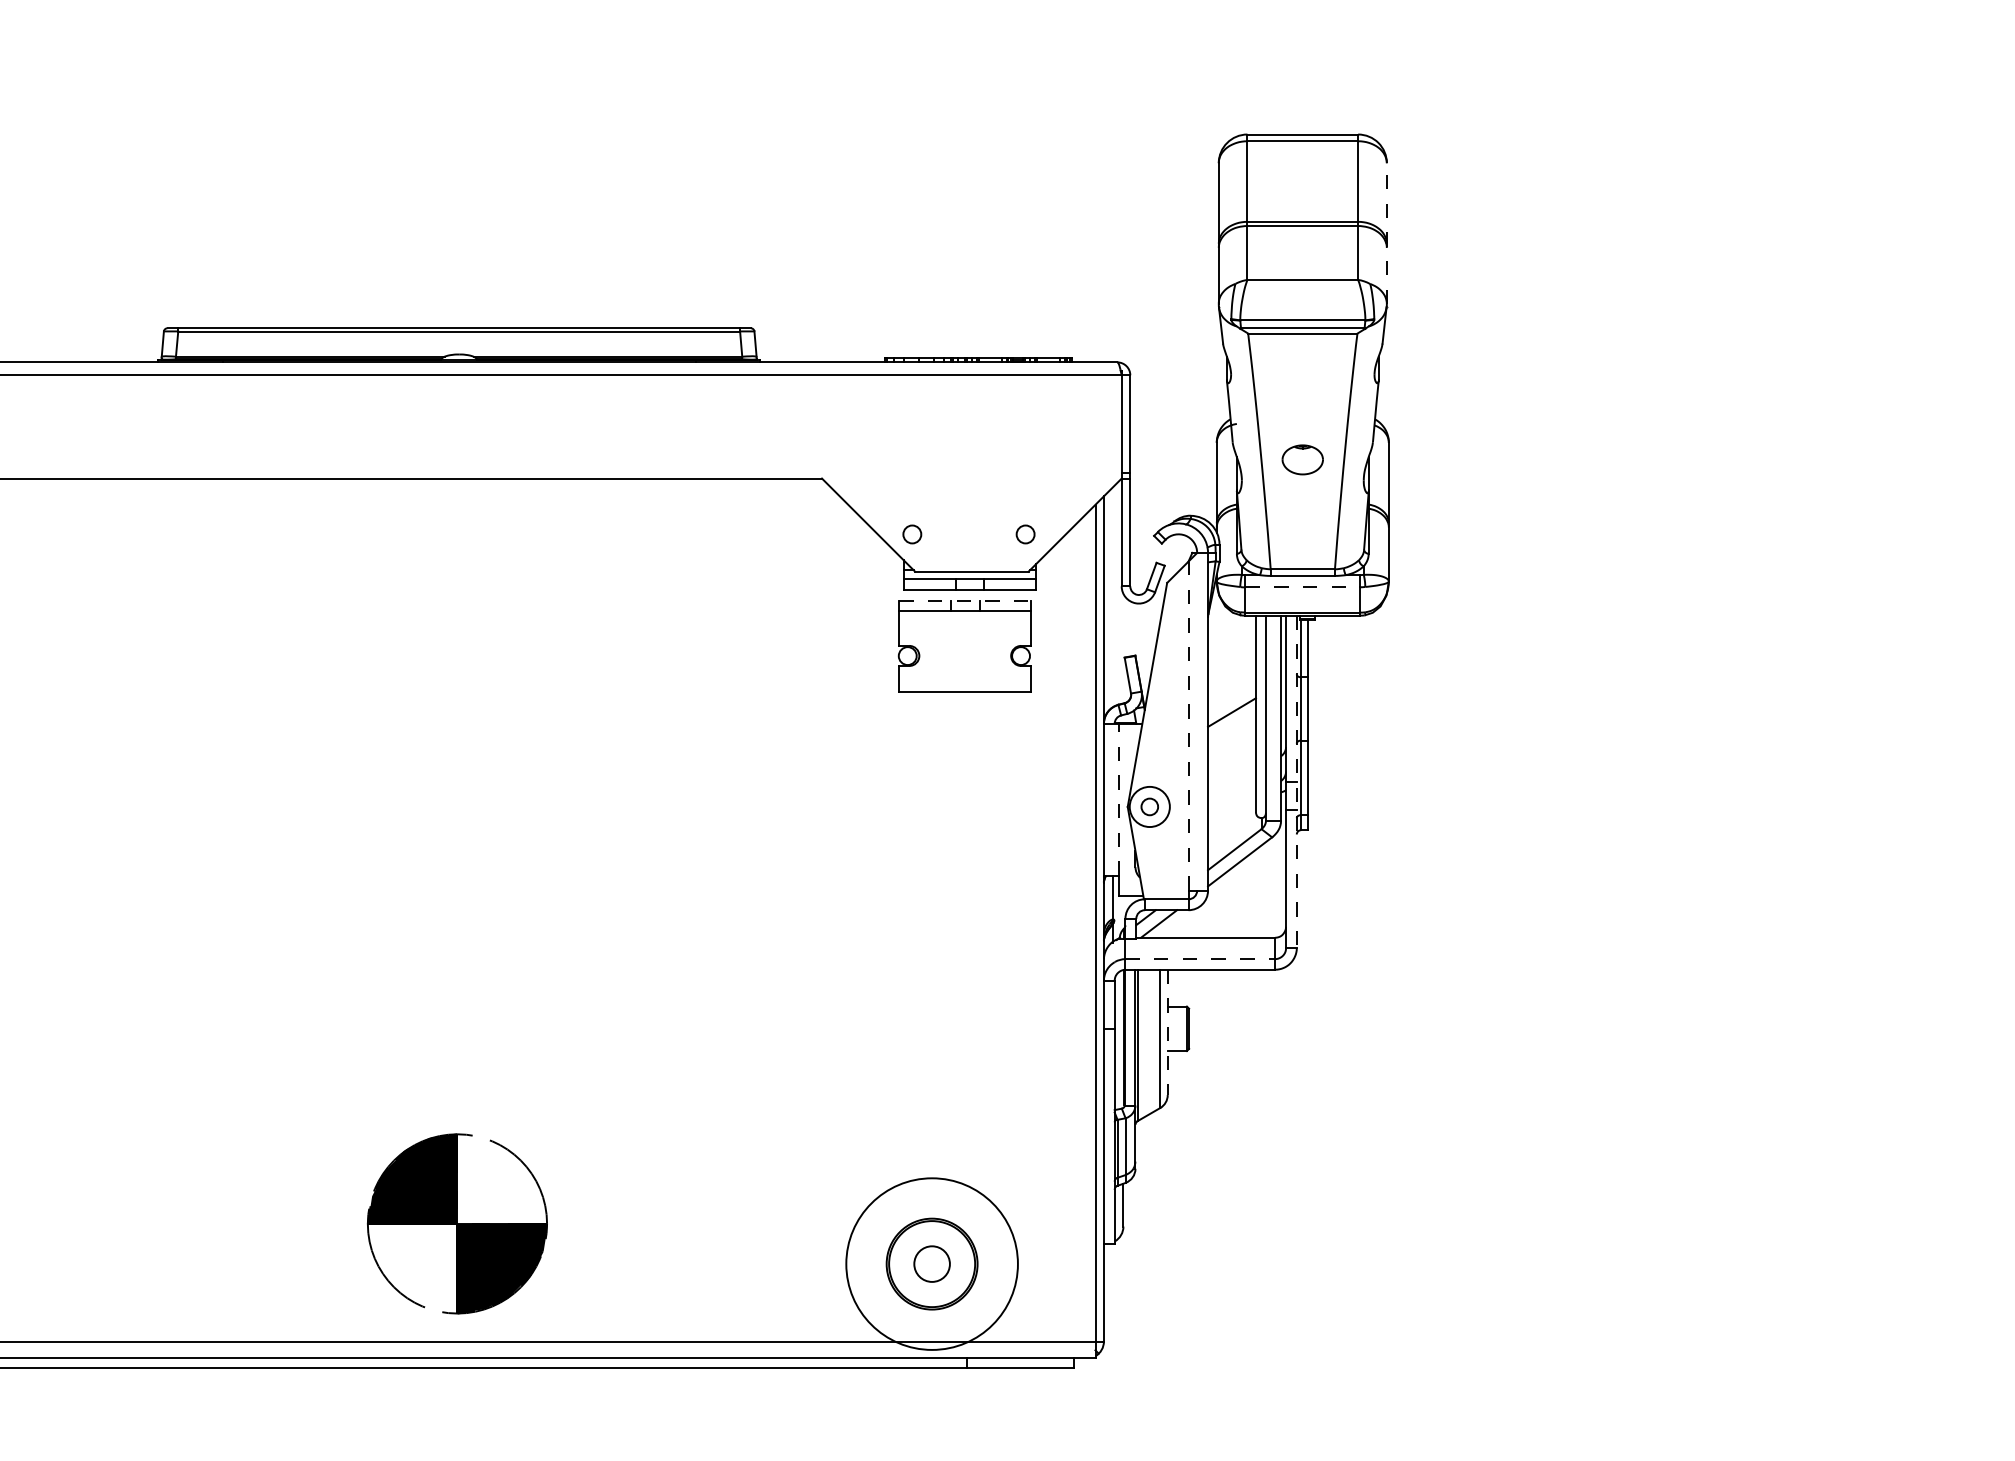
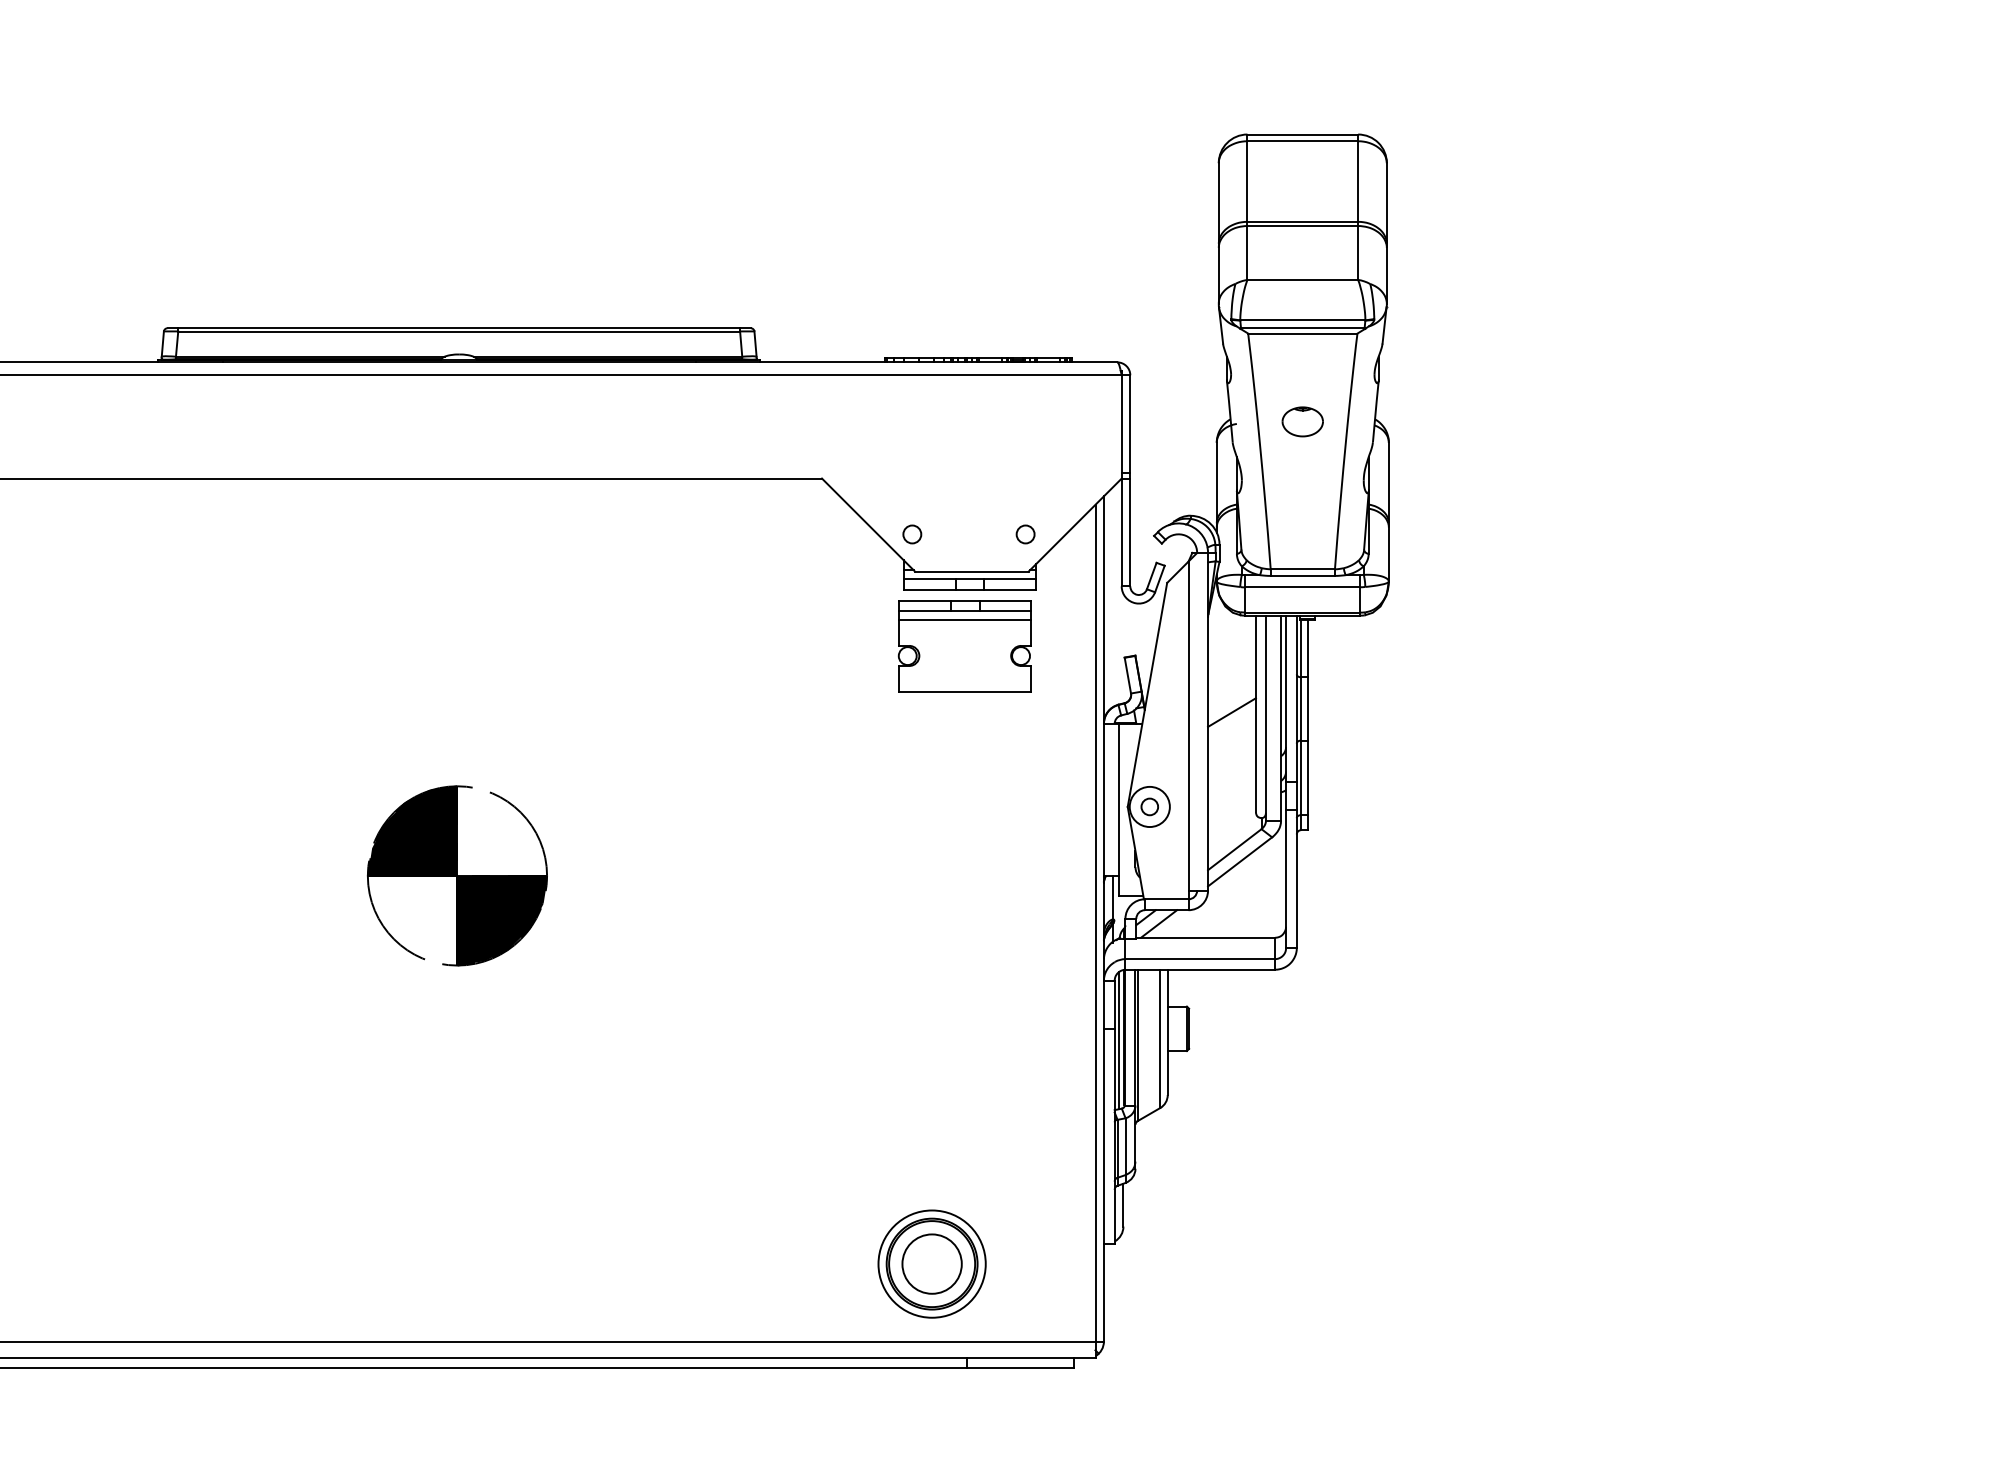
line at (1386, 233): dashed -> solid
part at (1302, 459) position: (1302, 459) -> (1302, 421)
line at (1303, 587): dashed -> solid
line at (965, 600): dashed -> solid
line at (965, 620): none -> present
line at (1188, 726): dashed -> solid
line at (1296, 782): dashed -> solid
line at (1118, 799): dashed -> solid
line at (1200, 959): dashed -> solid
line at (1167, 1032): dashed -> solid
line at (1118, 1040): none -> present
part at (456, 1223) position: (456, 1223) -> (456, 875)
circle at (931, 1263) diameter: 172 px -> 107 px
circle at (931, 1263) diameter: 36 px -> 59 px
